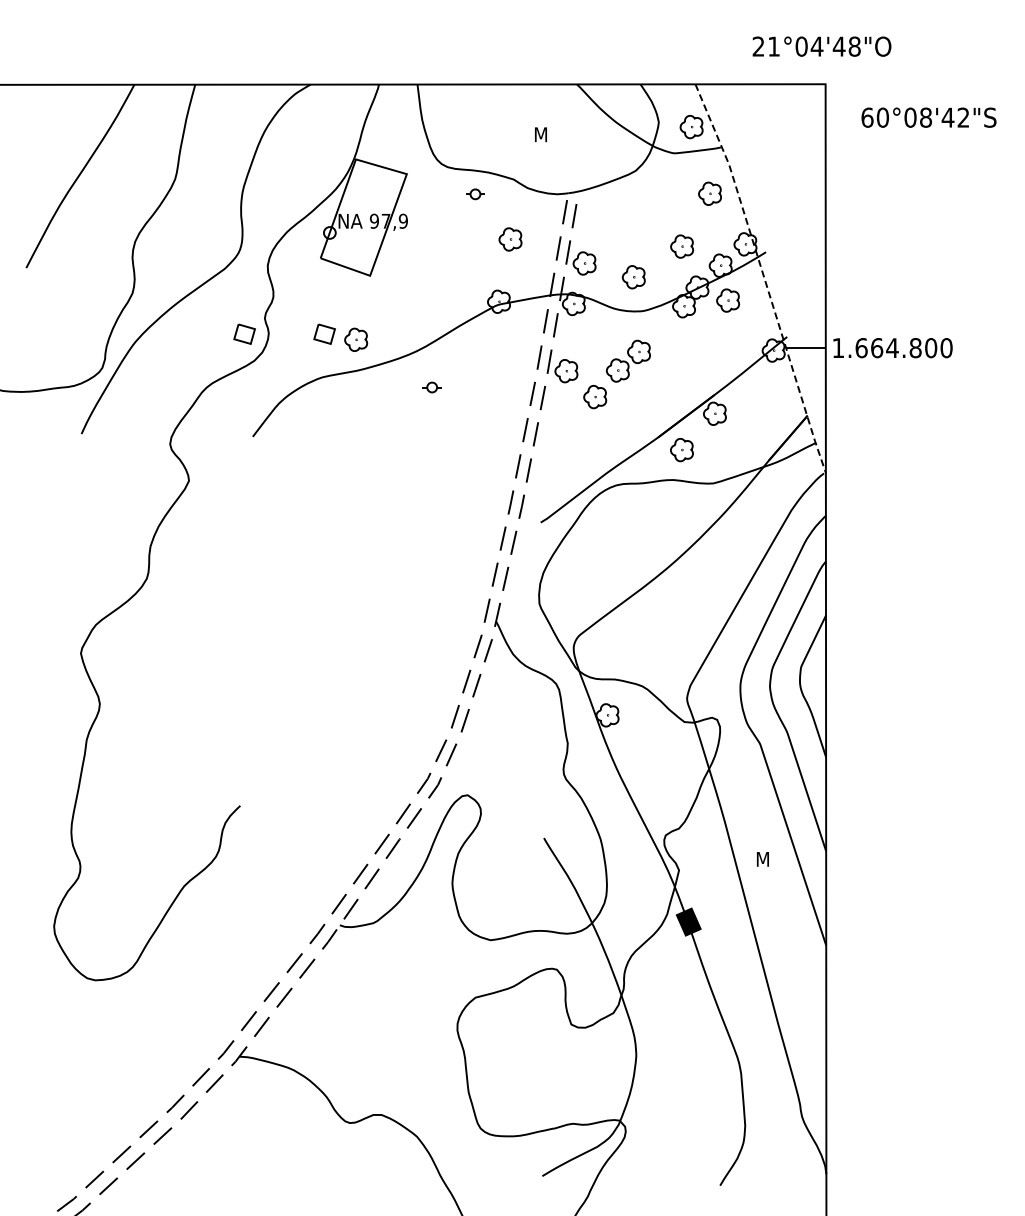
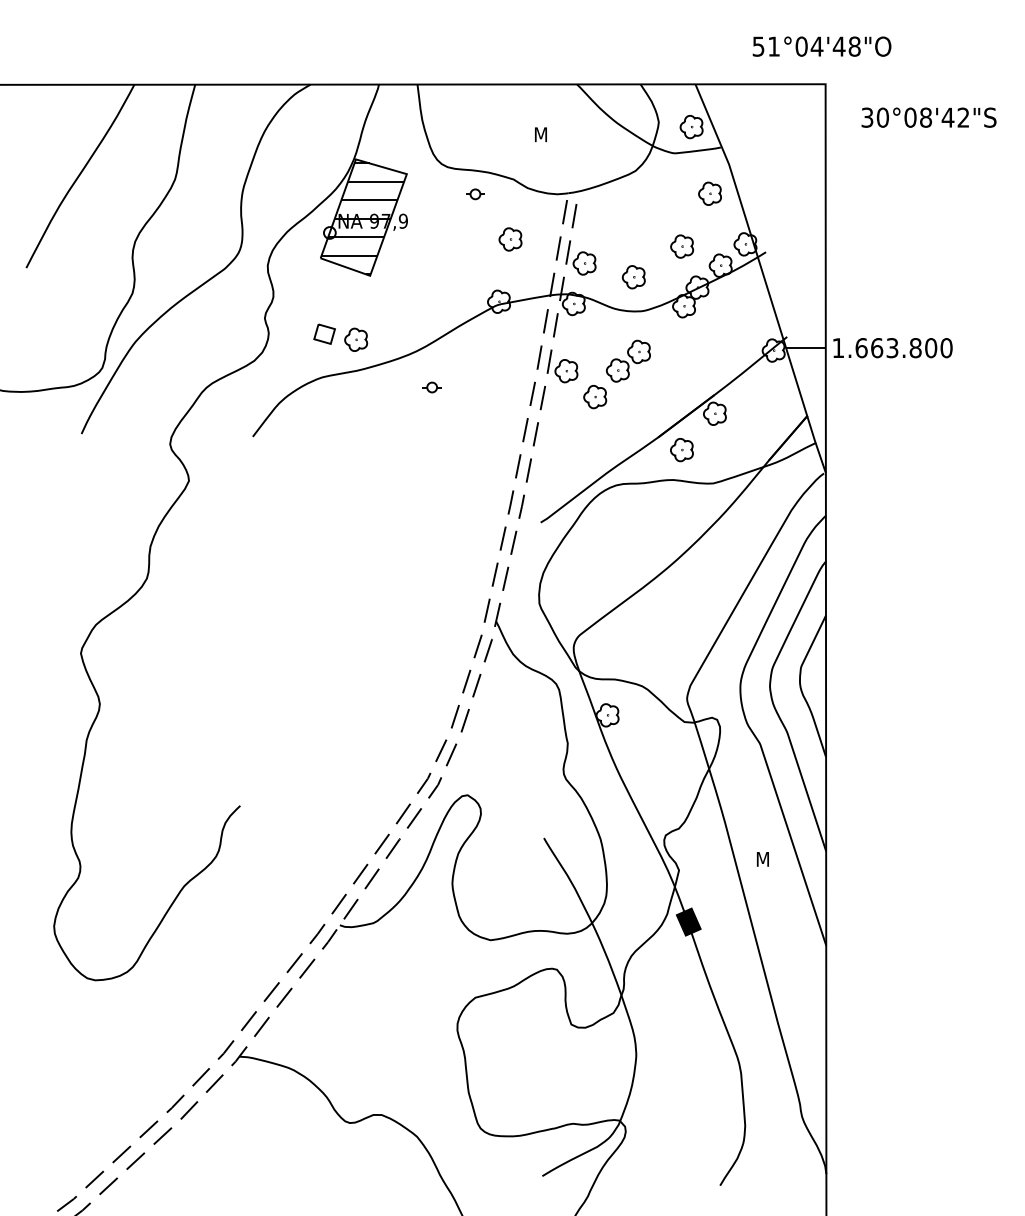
text at (758, 46): 21°04'48"O -> 51°04'48"O
text at (867, 117): 60°08'42"S -> 30°08'42"S
hatch at (362, 218): none -> present
line at (764, 277): dashed -> solid
part at (728, 300): present -> none
part at (244, 333): present -> none
text at (892, 348): 1.664.800 -> 1.663.800
